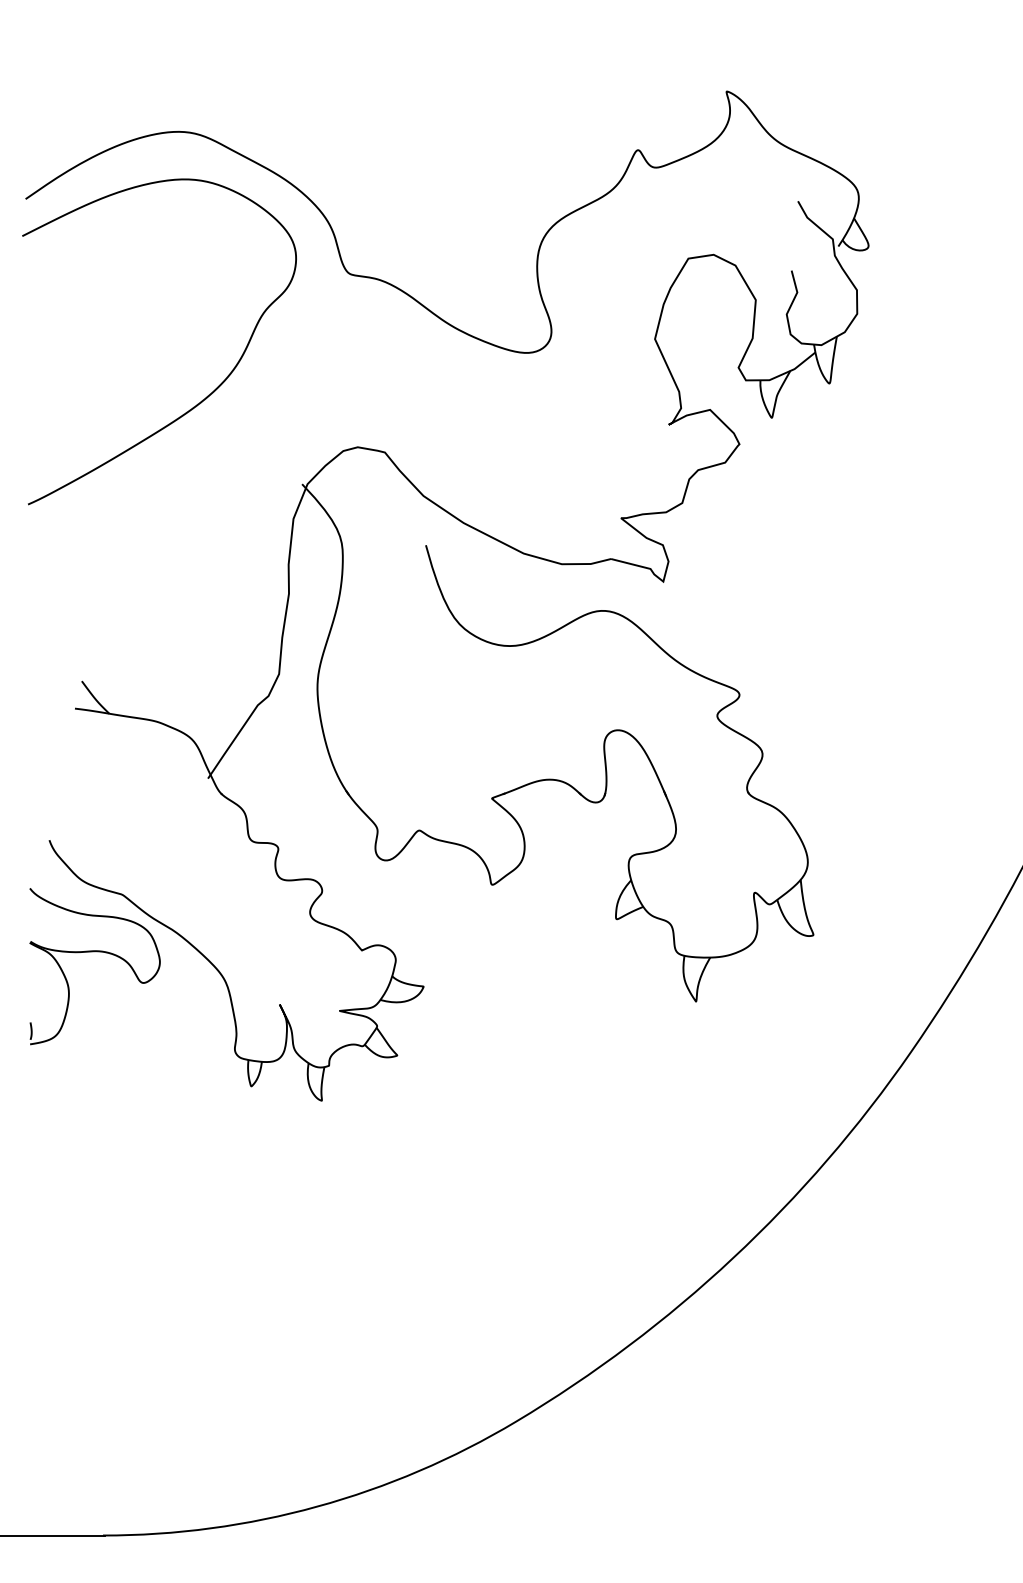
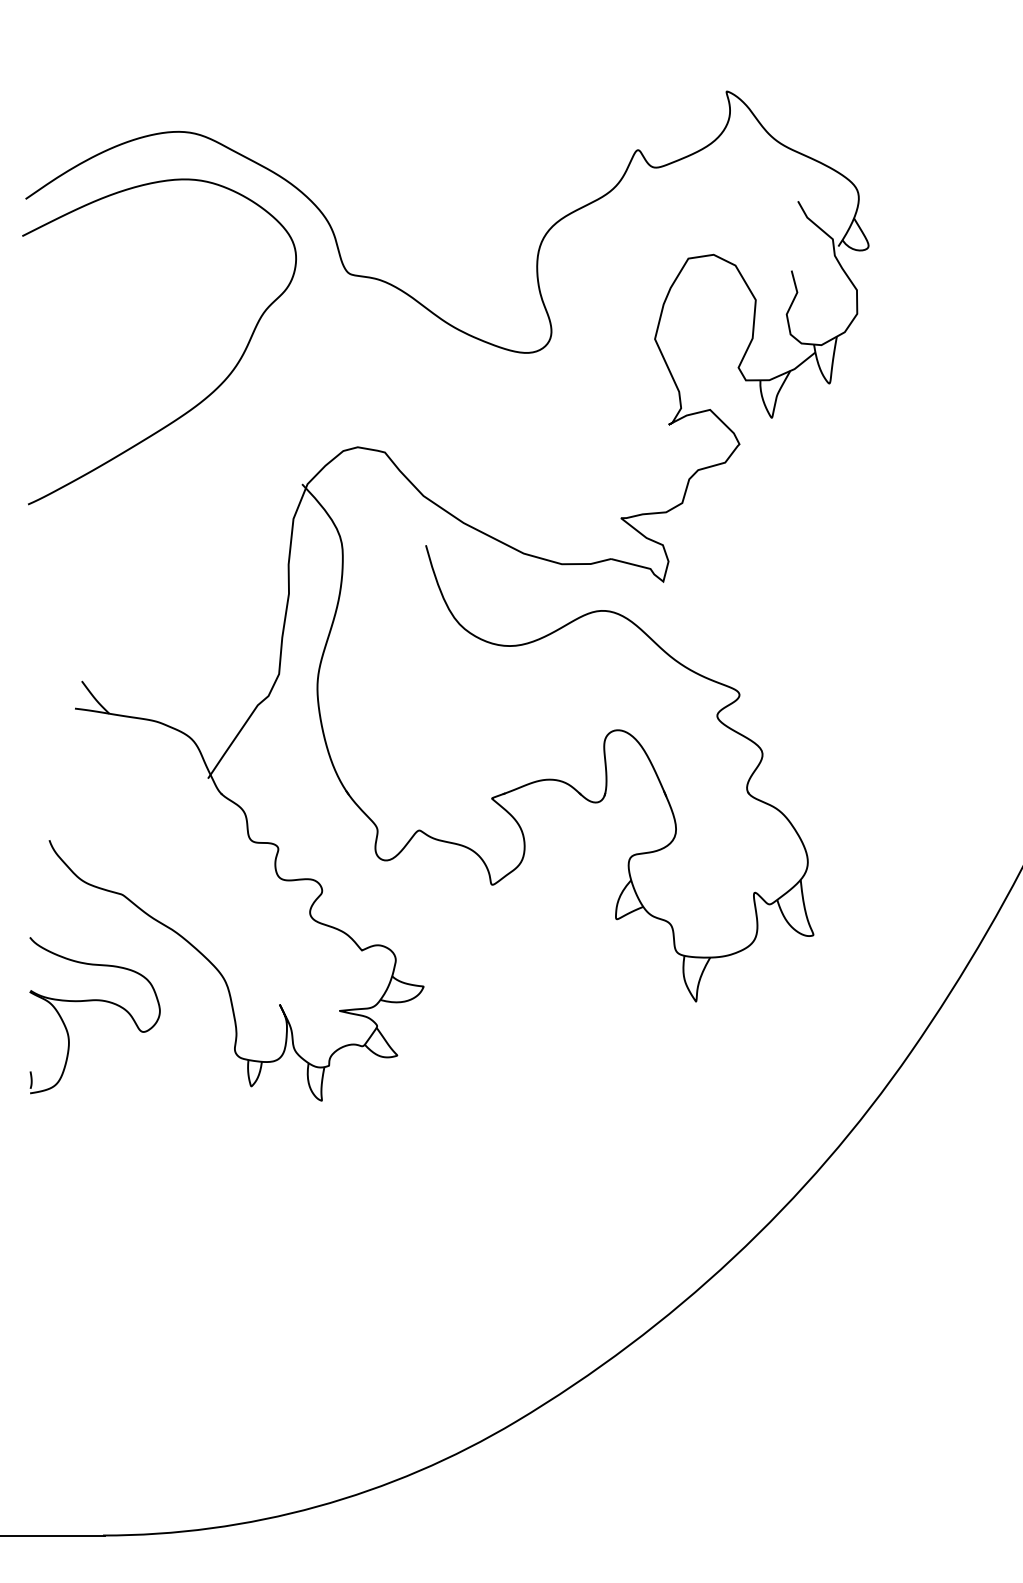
part at (94, 952) position: (94, 952) -> (94, 1001)
